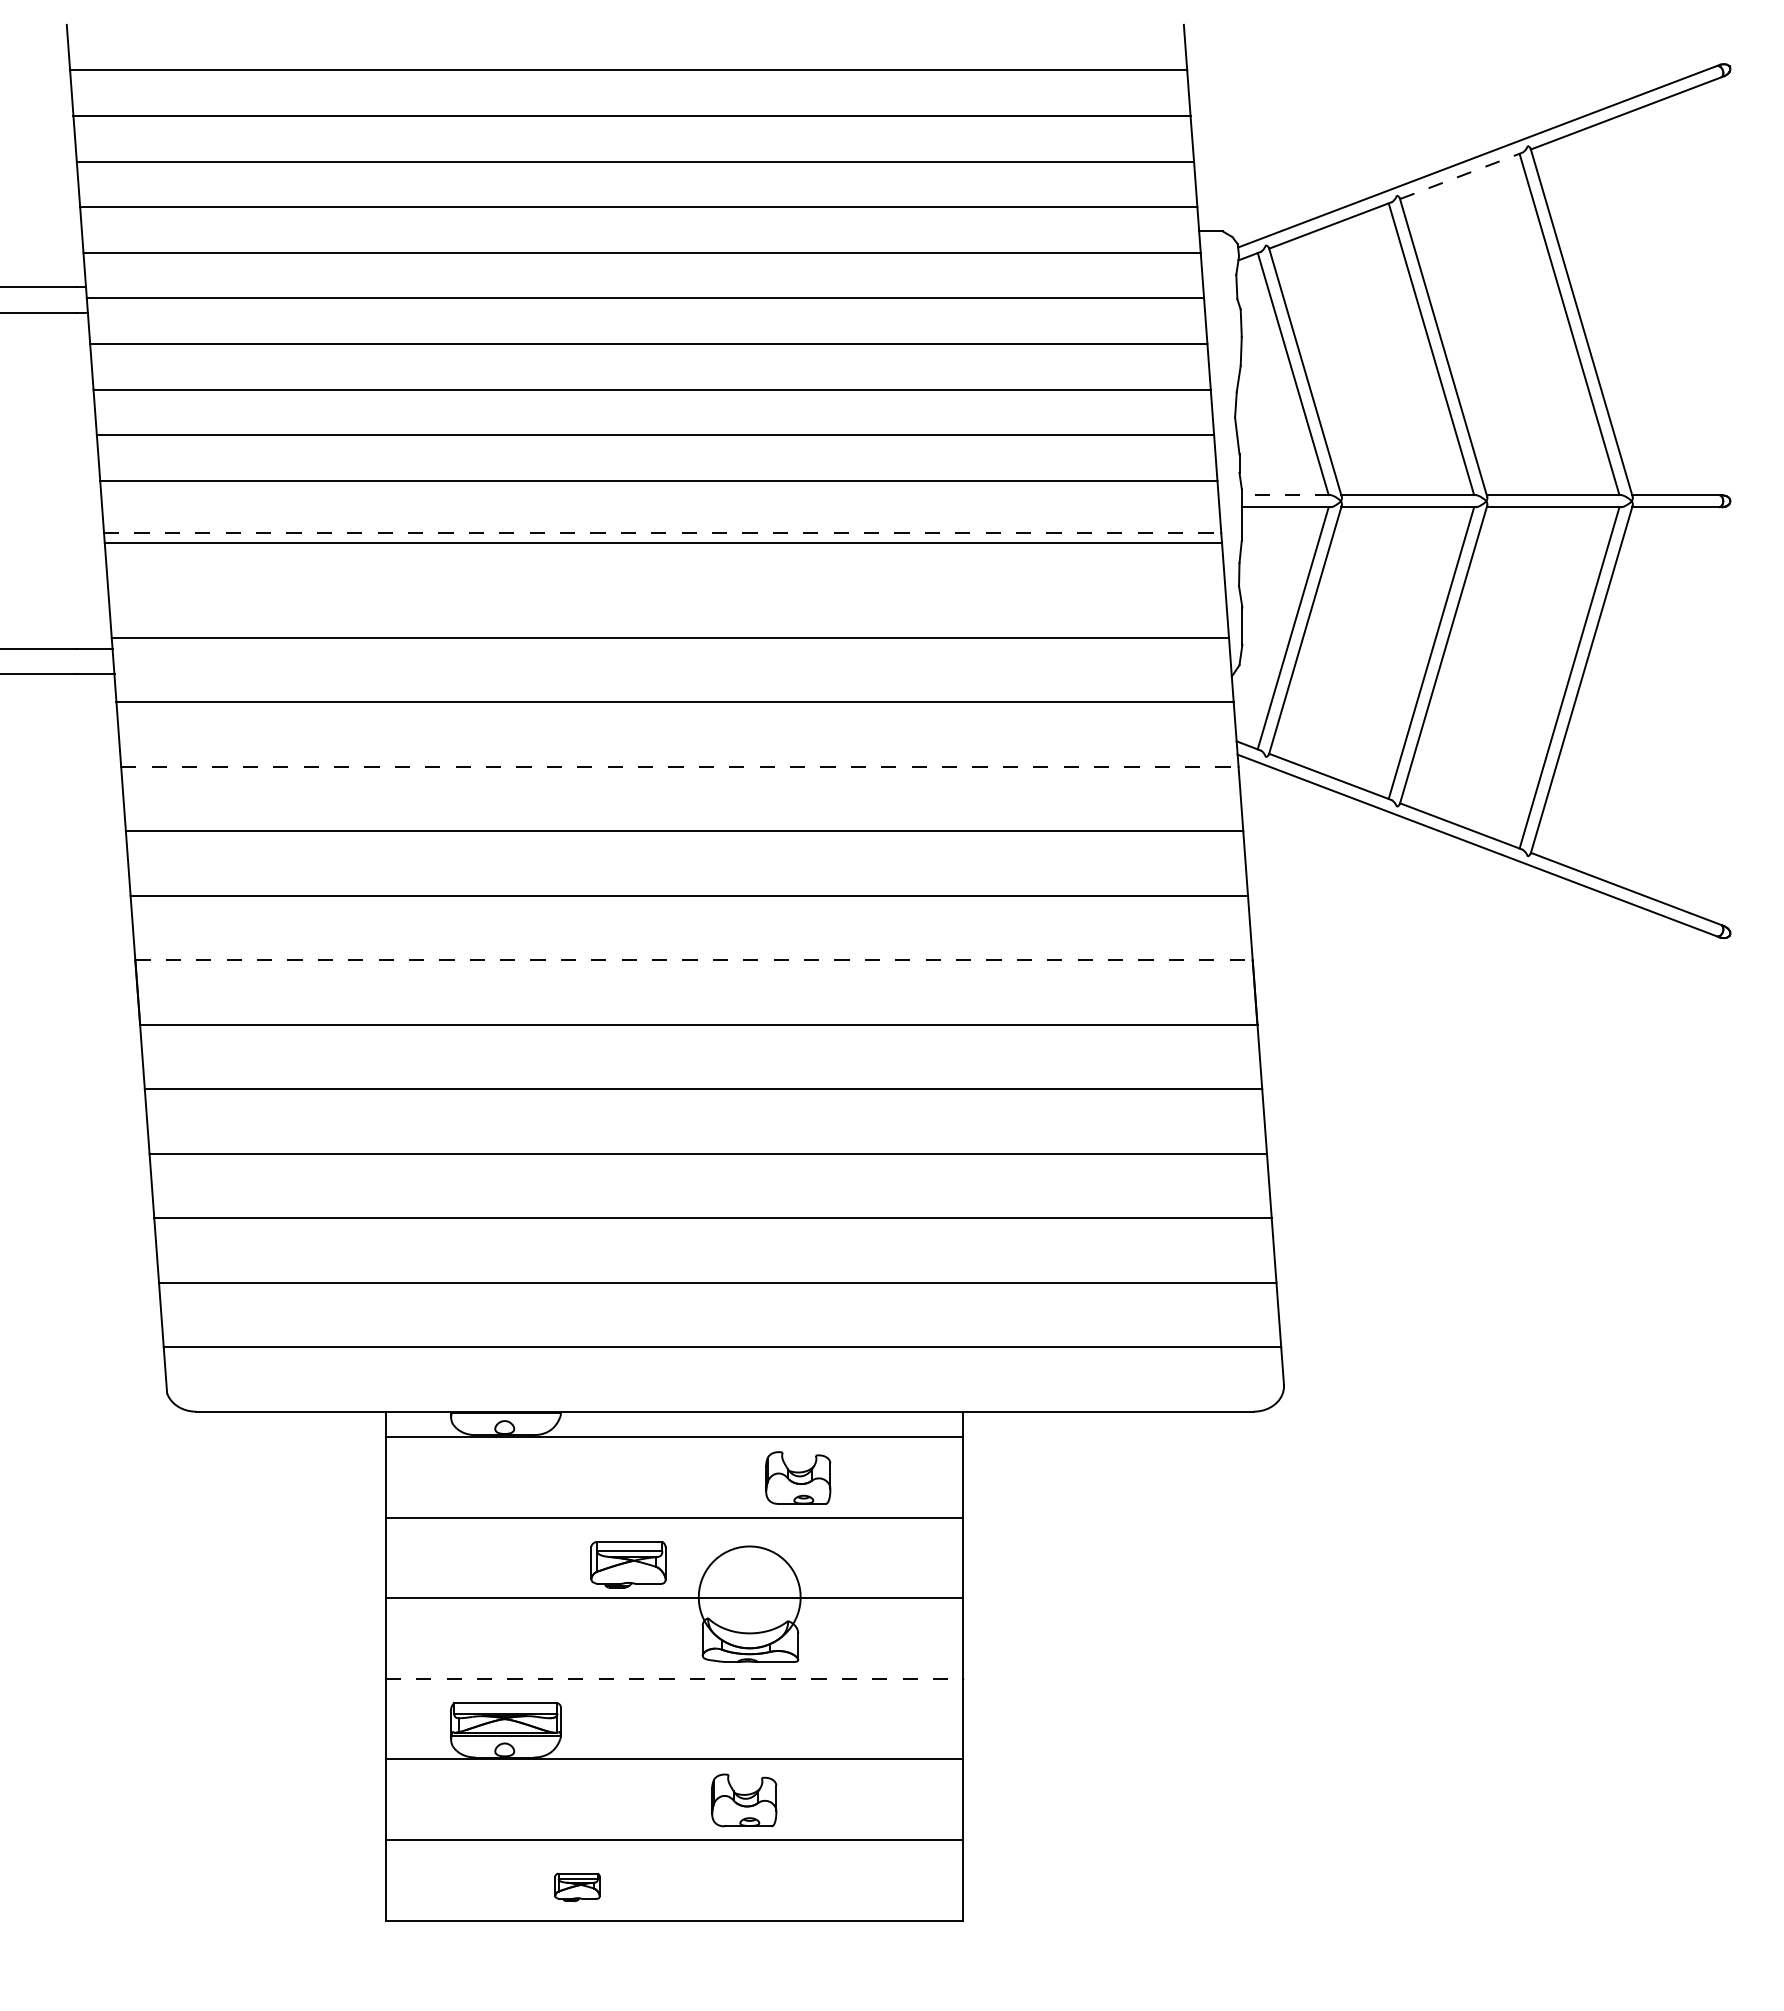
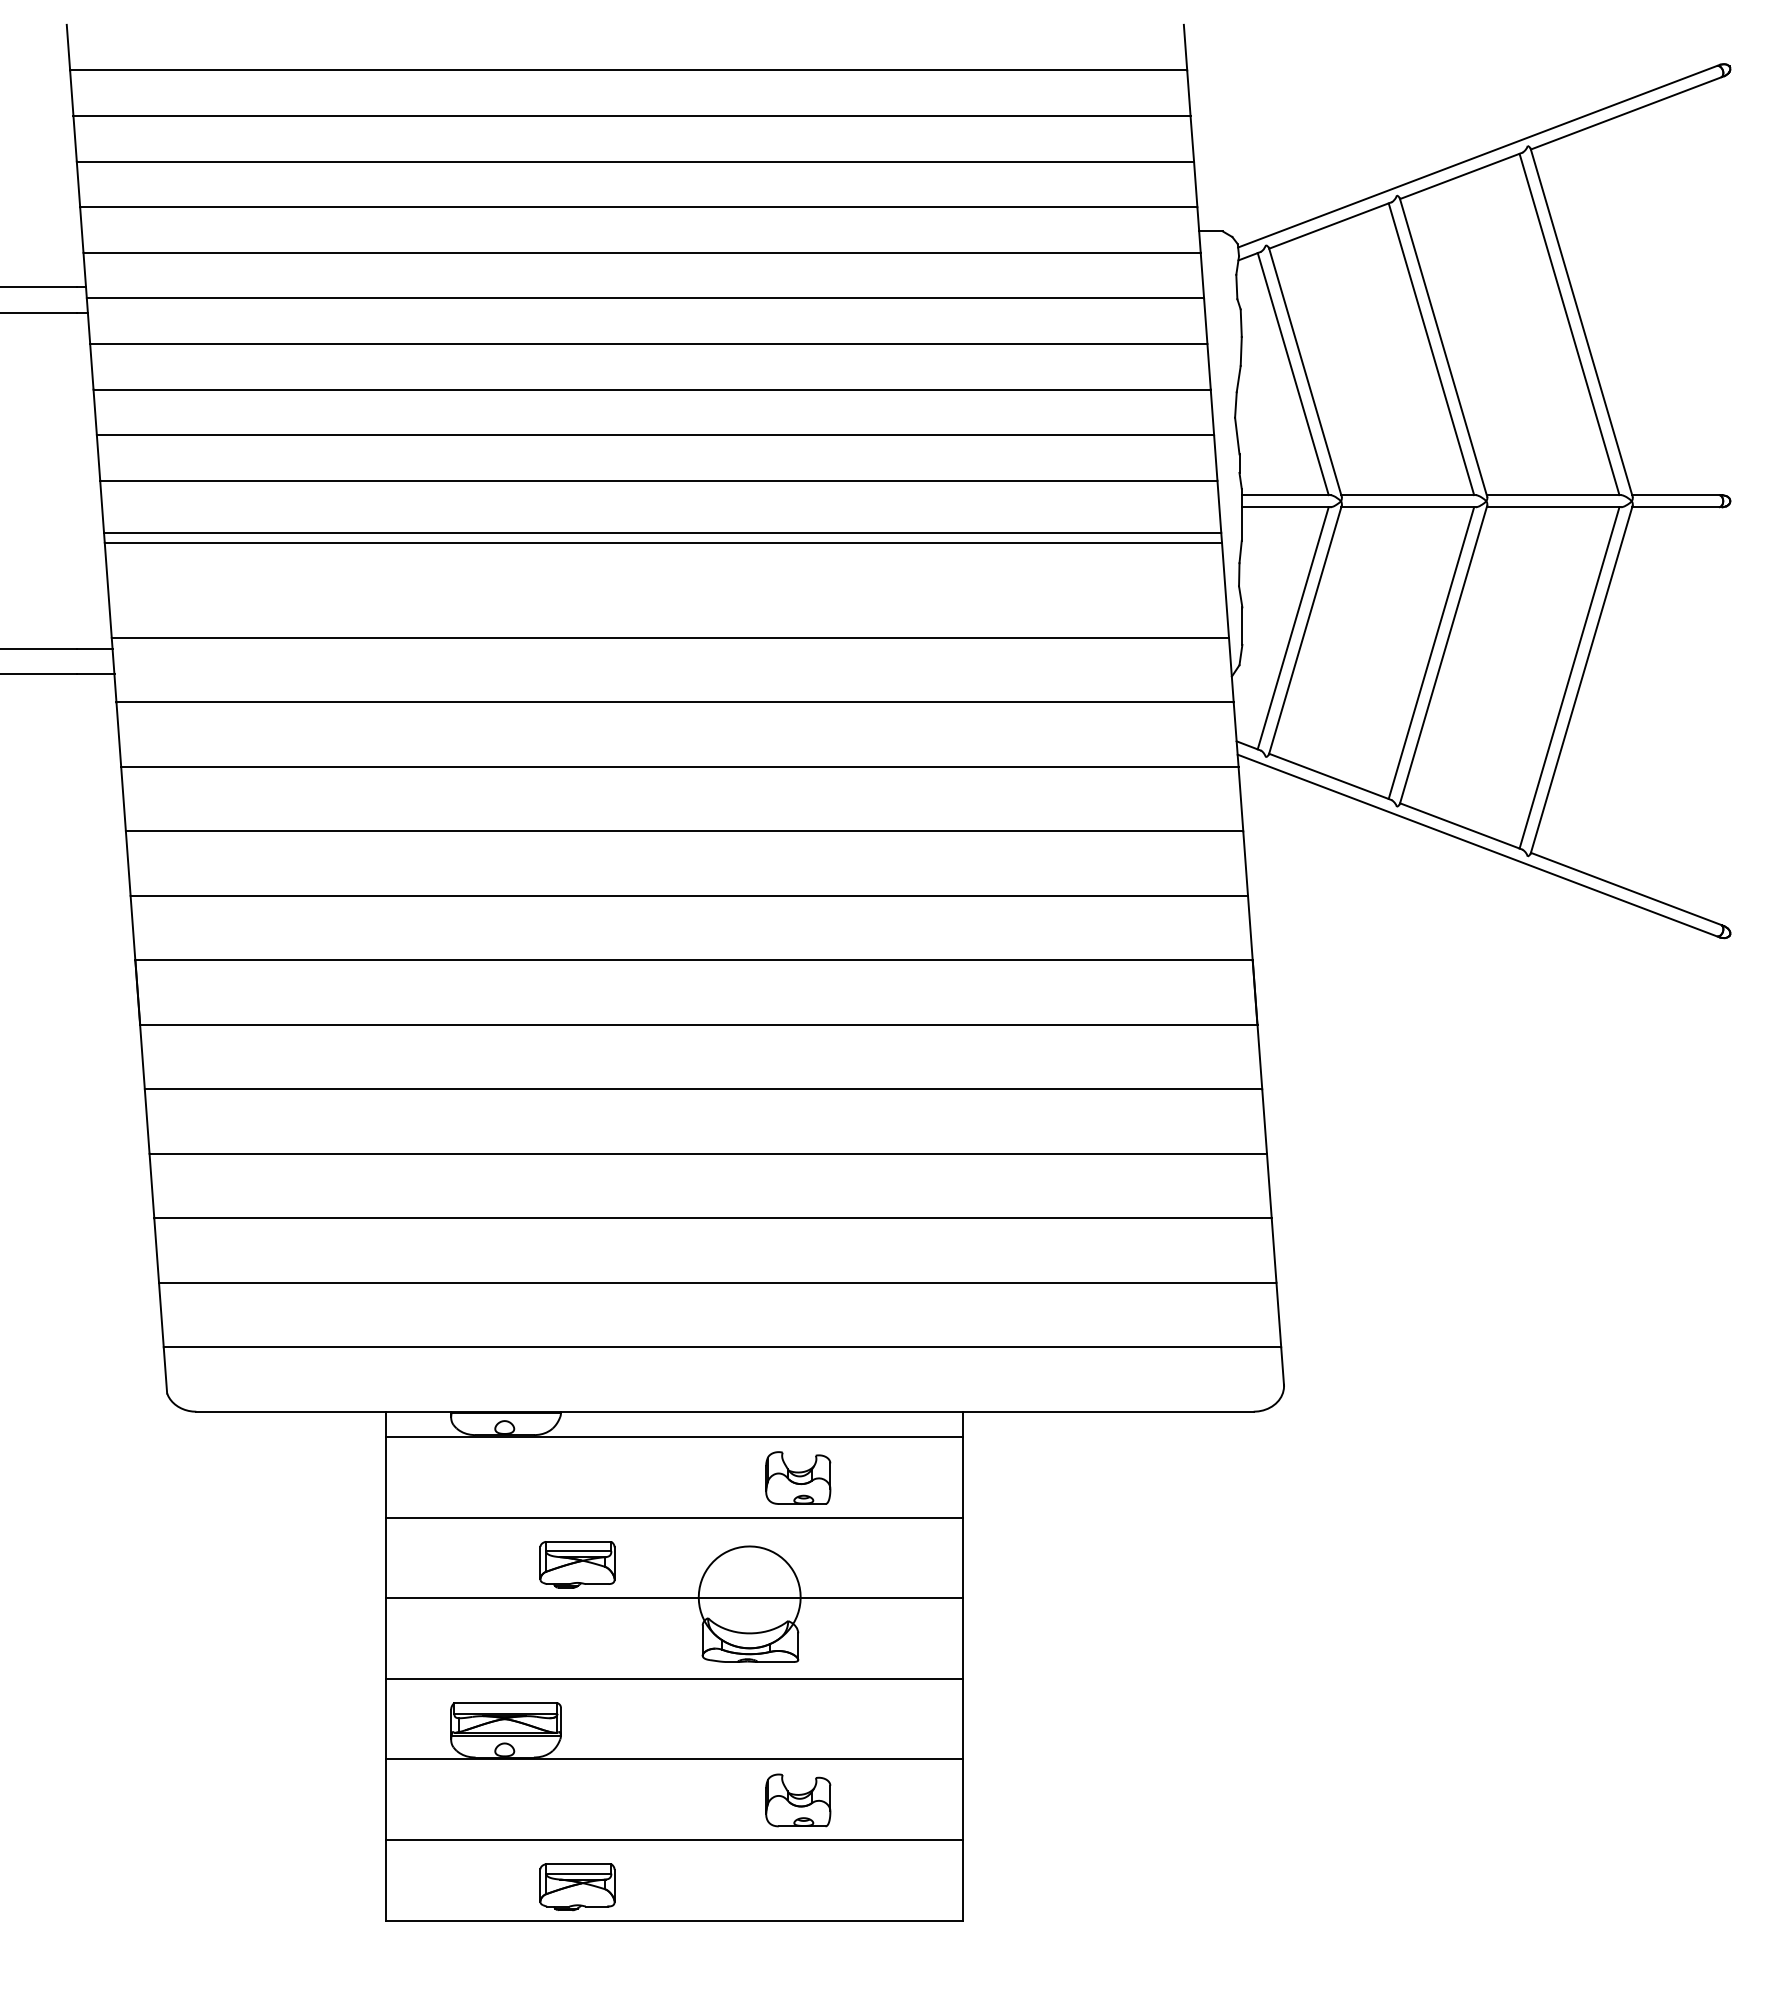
line at (1461, 175): dashed -> solid
line at (1285, 495): dashed -> solid
line at (662, 532): dashed -> solid
line at (679, 767): dashed -> solid
line at (694, 960): dashed -> solid
part at (628, 1564) position: (628, 1564) -> (577, 1564)
line at (674, 1678): dashed -> solid
part at (744, 1800) position: (744, 1800) -> (798, 1800)
part at (577, 1886) size: 47x30 px -> 77x49 px
